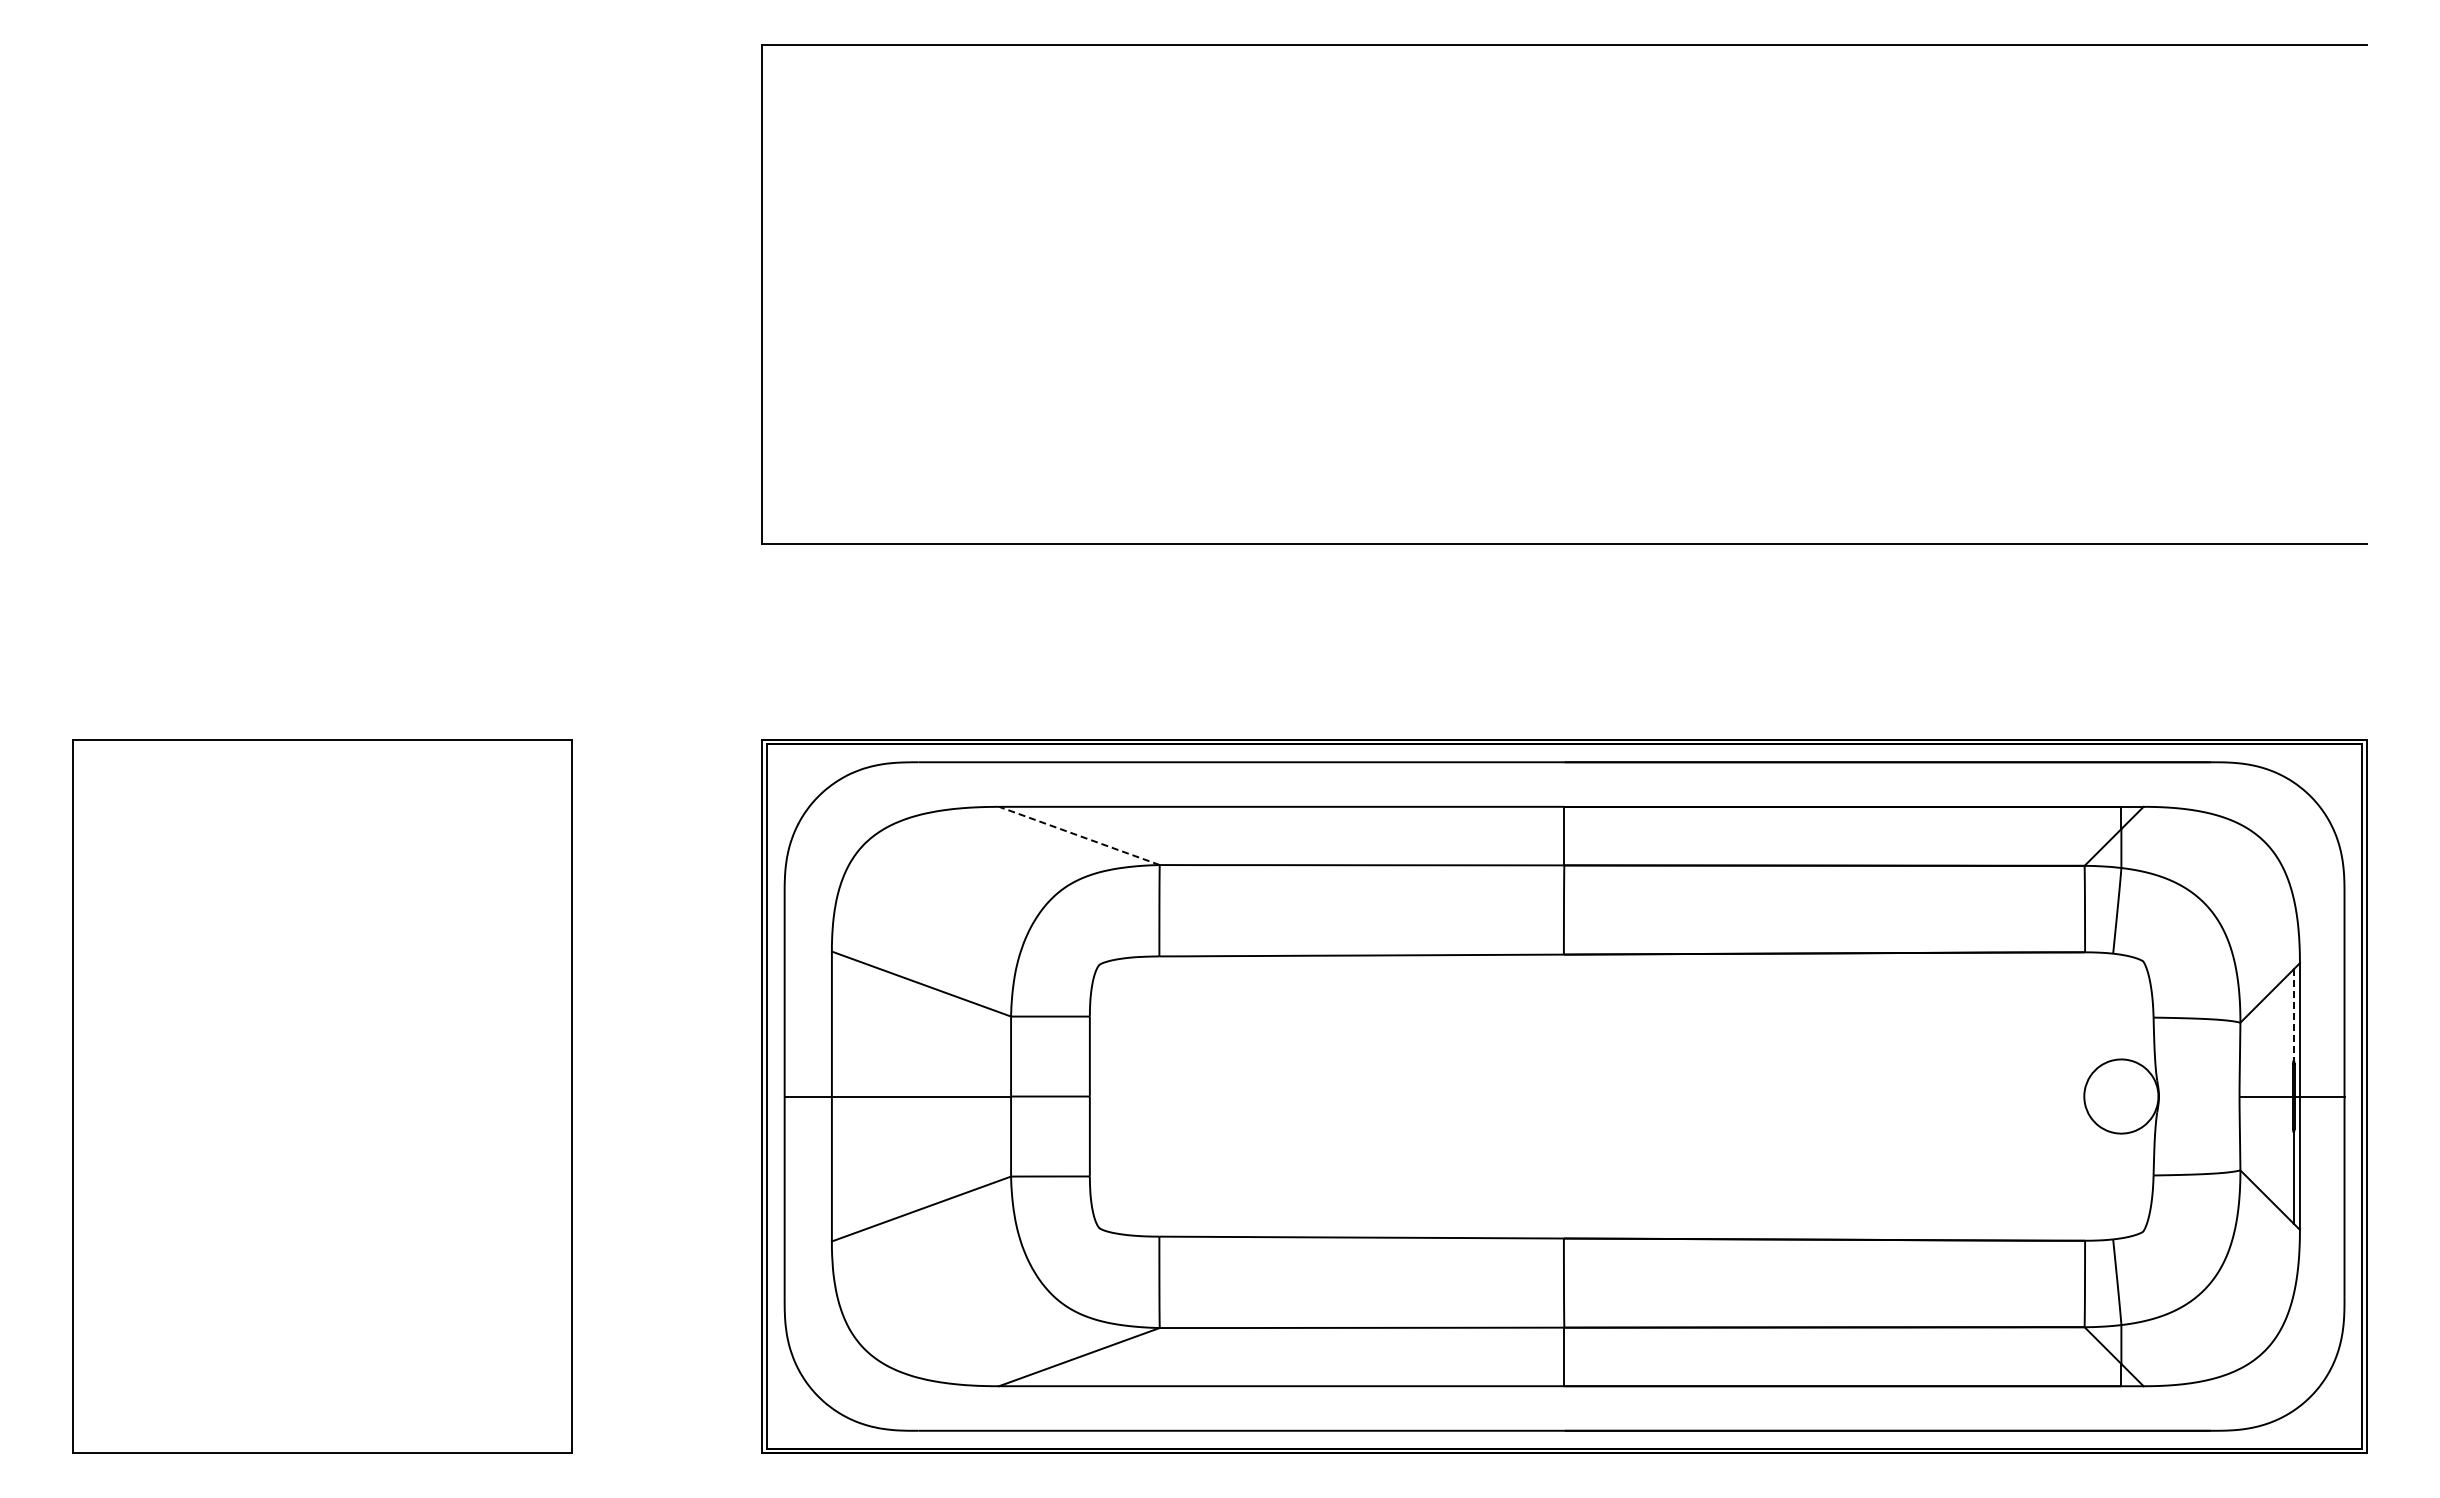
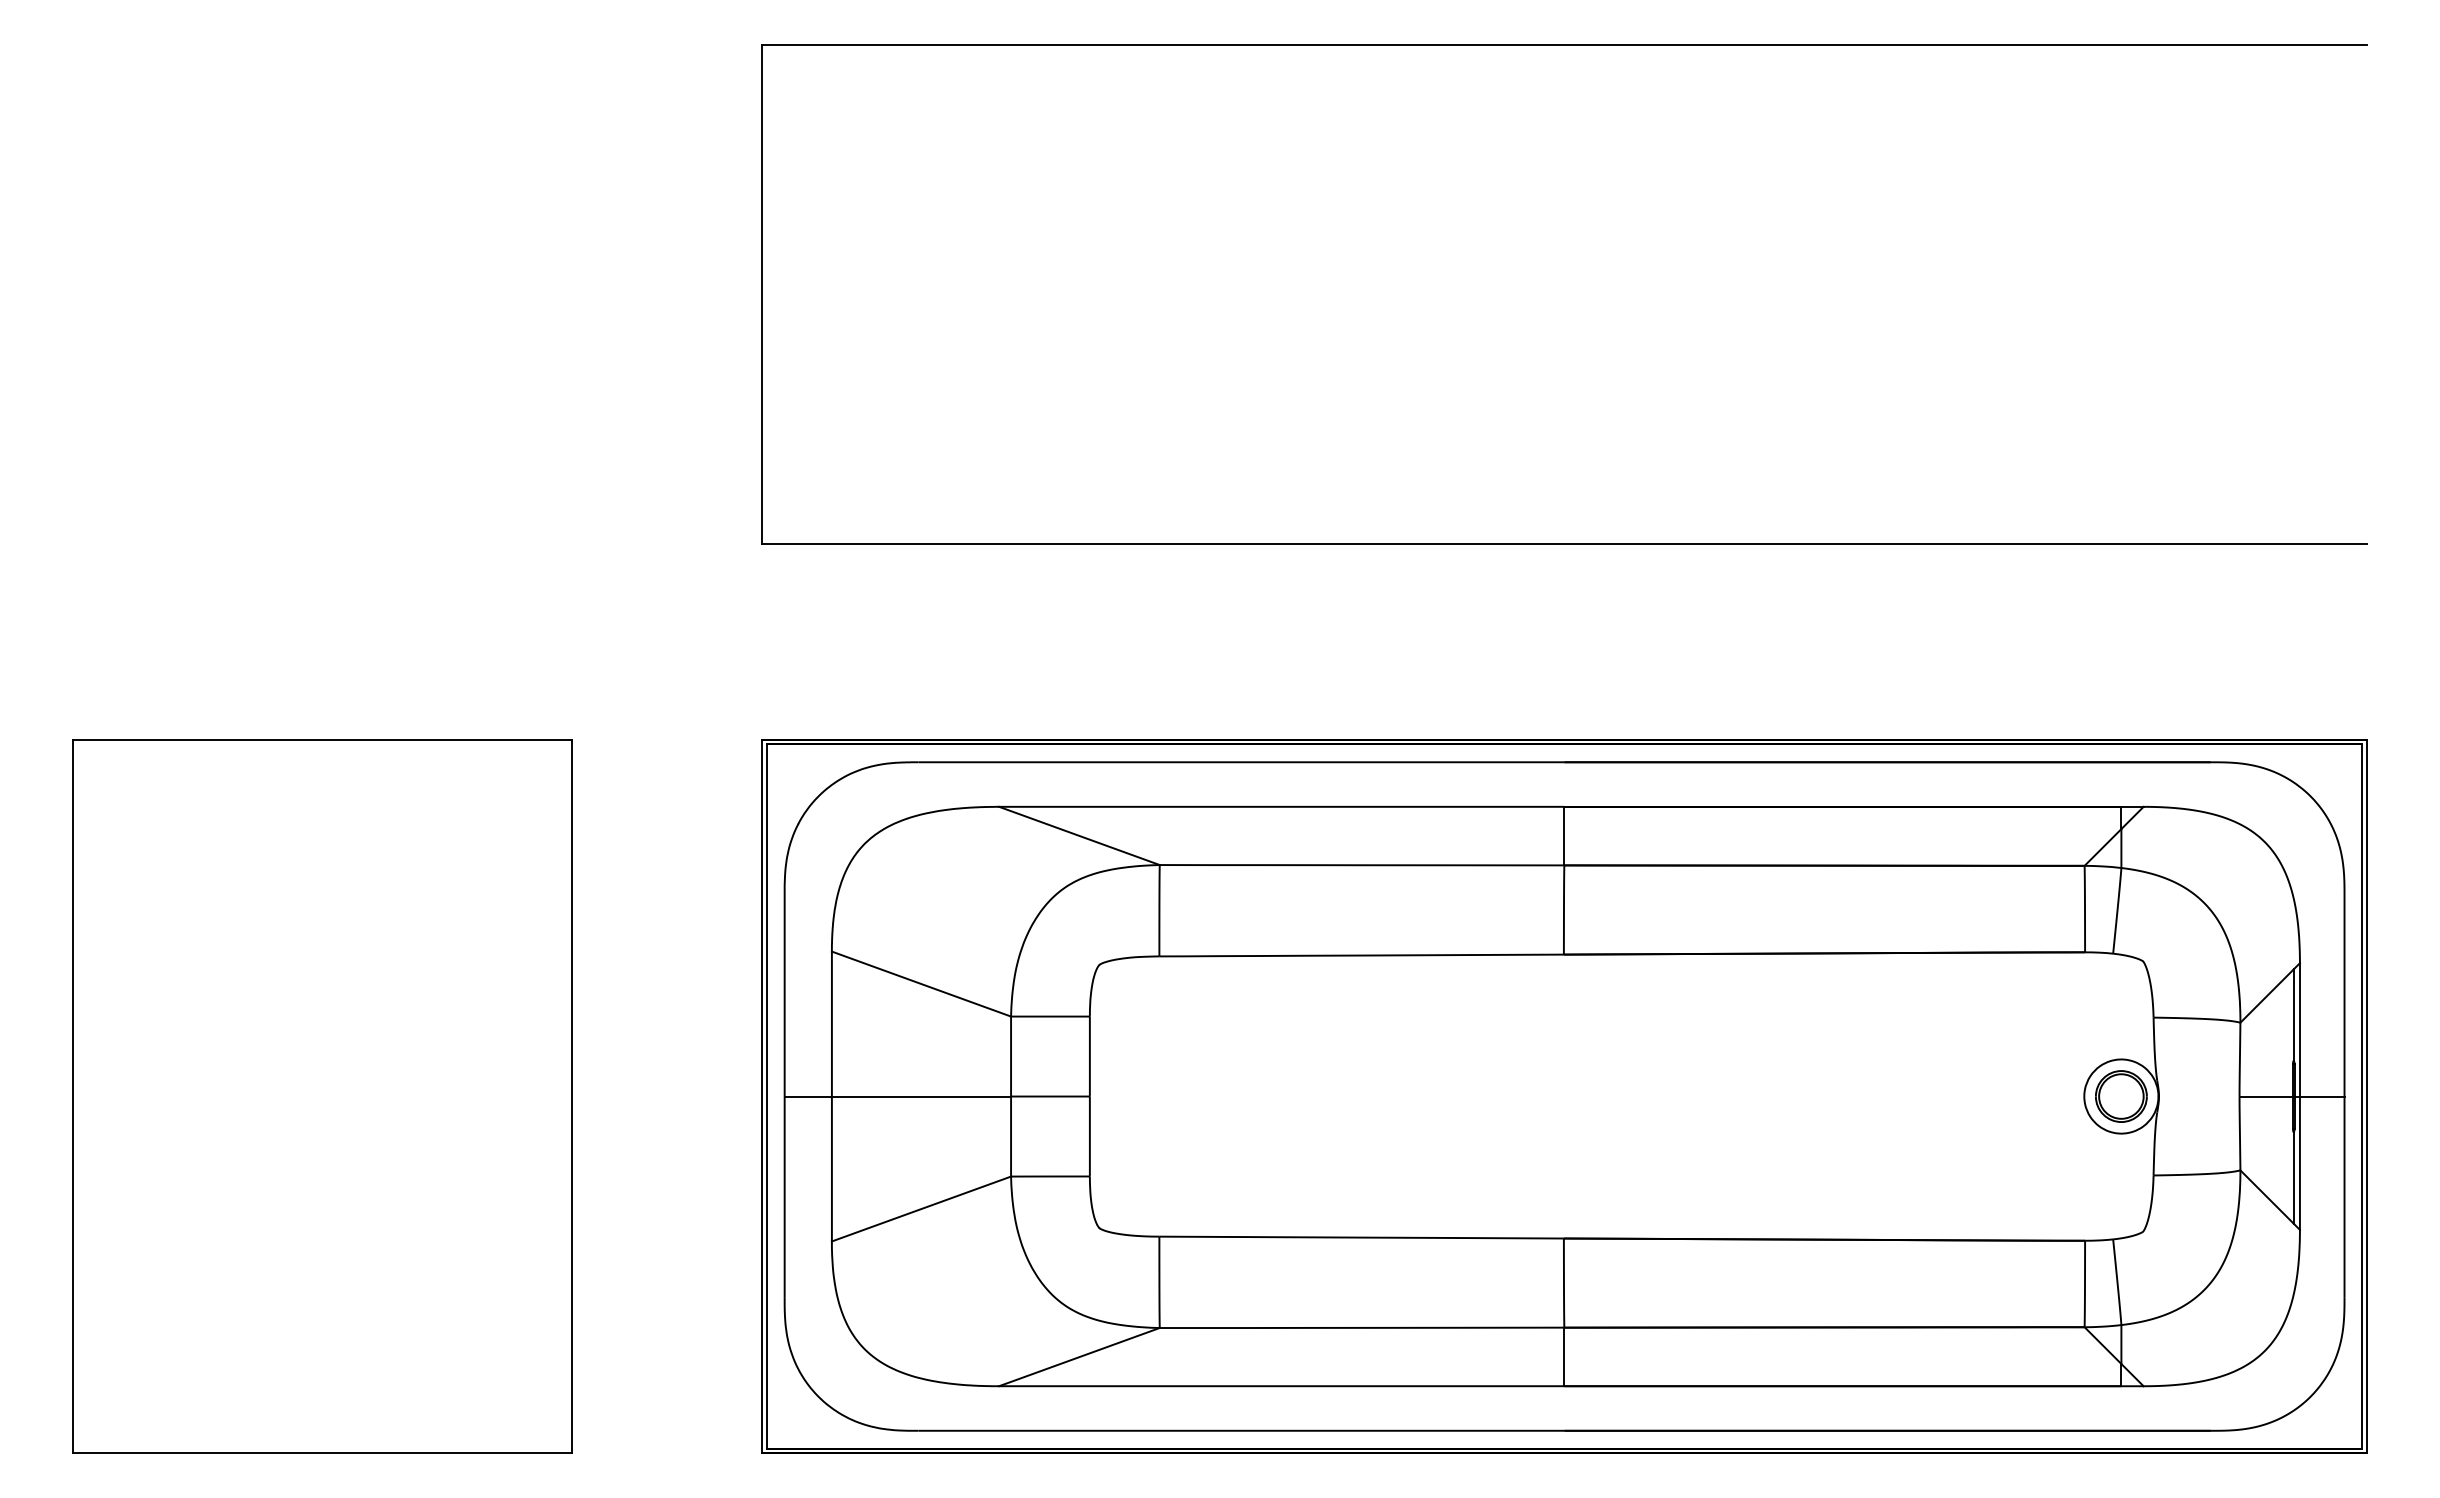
line at (1078, 835): dashed -> solid
line at (2293, 1015): dashed -> solid
part at (2121, 1096): none -> present
